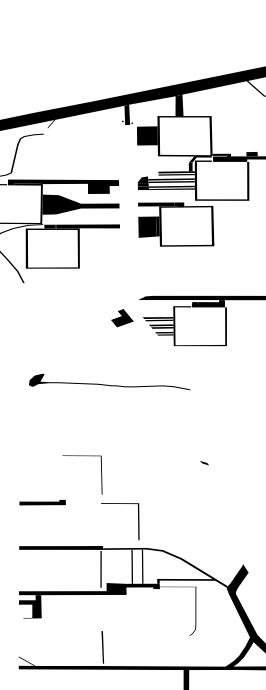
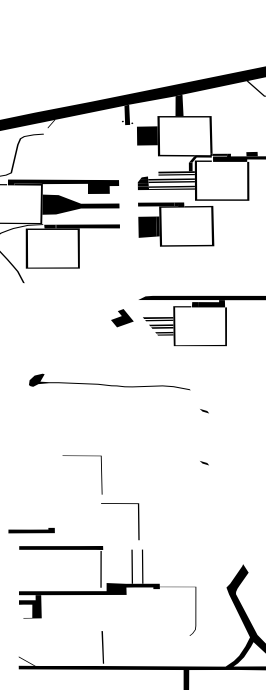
part at (204, 411): none -> present
part at (42, 502) position: (42, 502) -> (31, 530)
fill at (165, 567): present -> none
